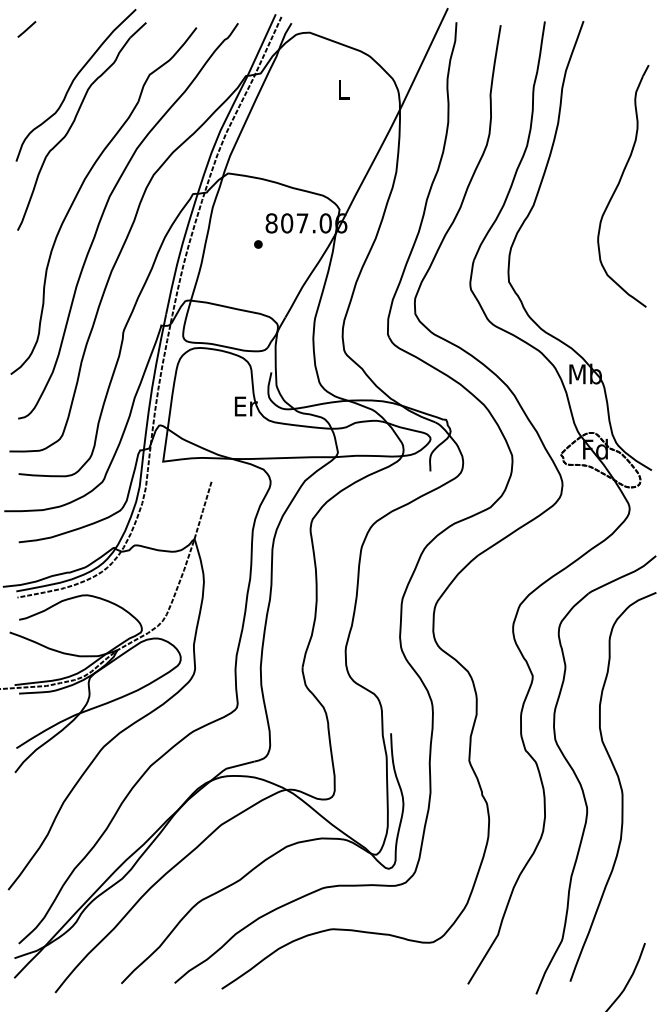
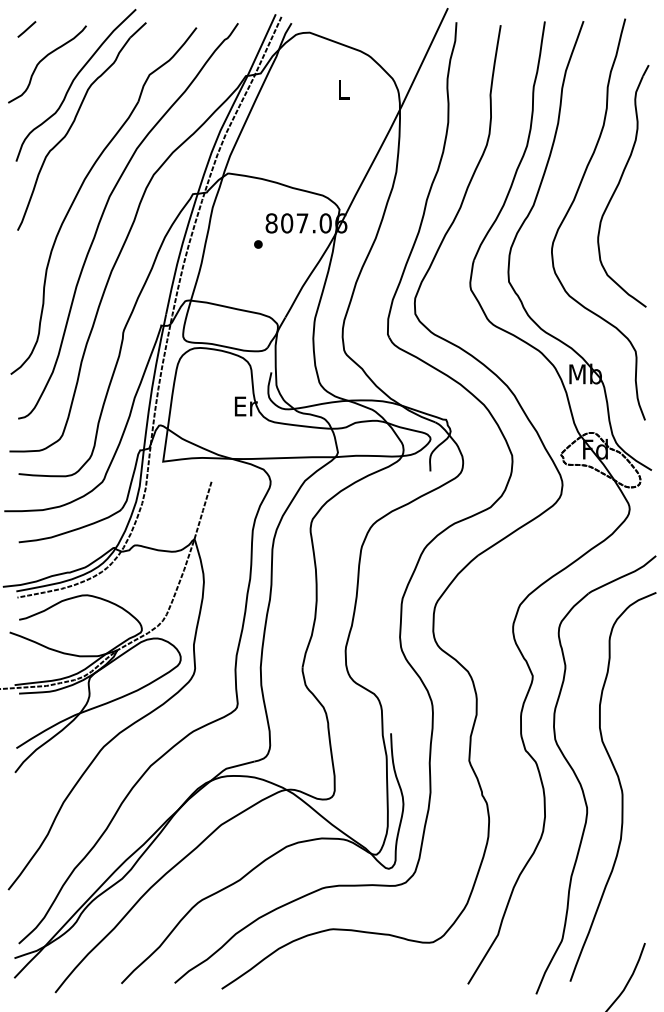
curve at (44, 59): none -> present
curve at (572, 205): none -> present
